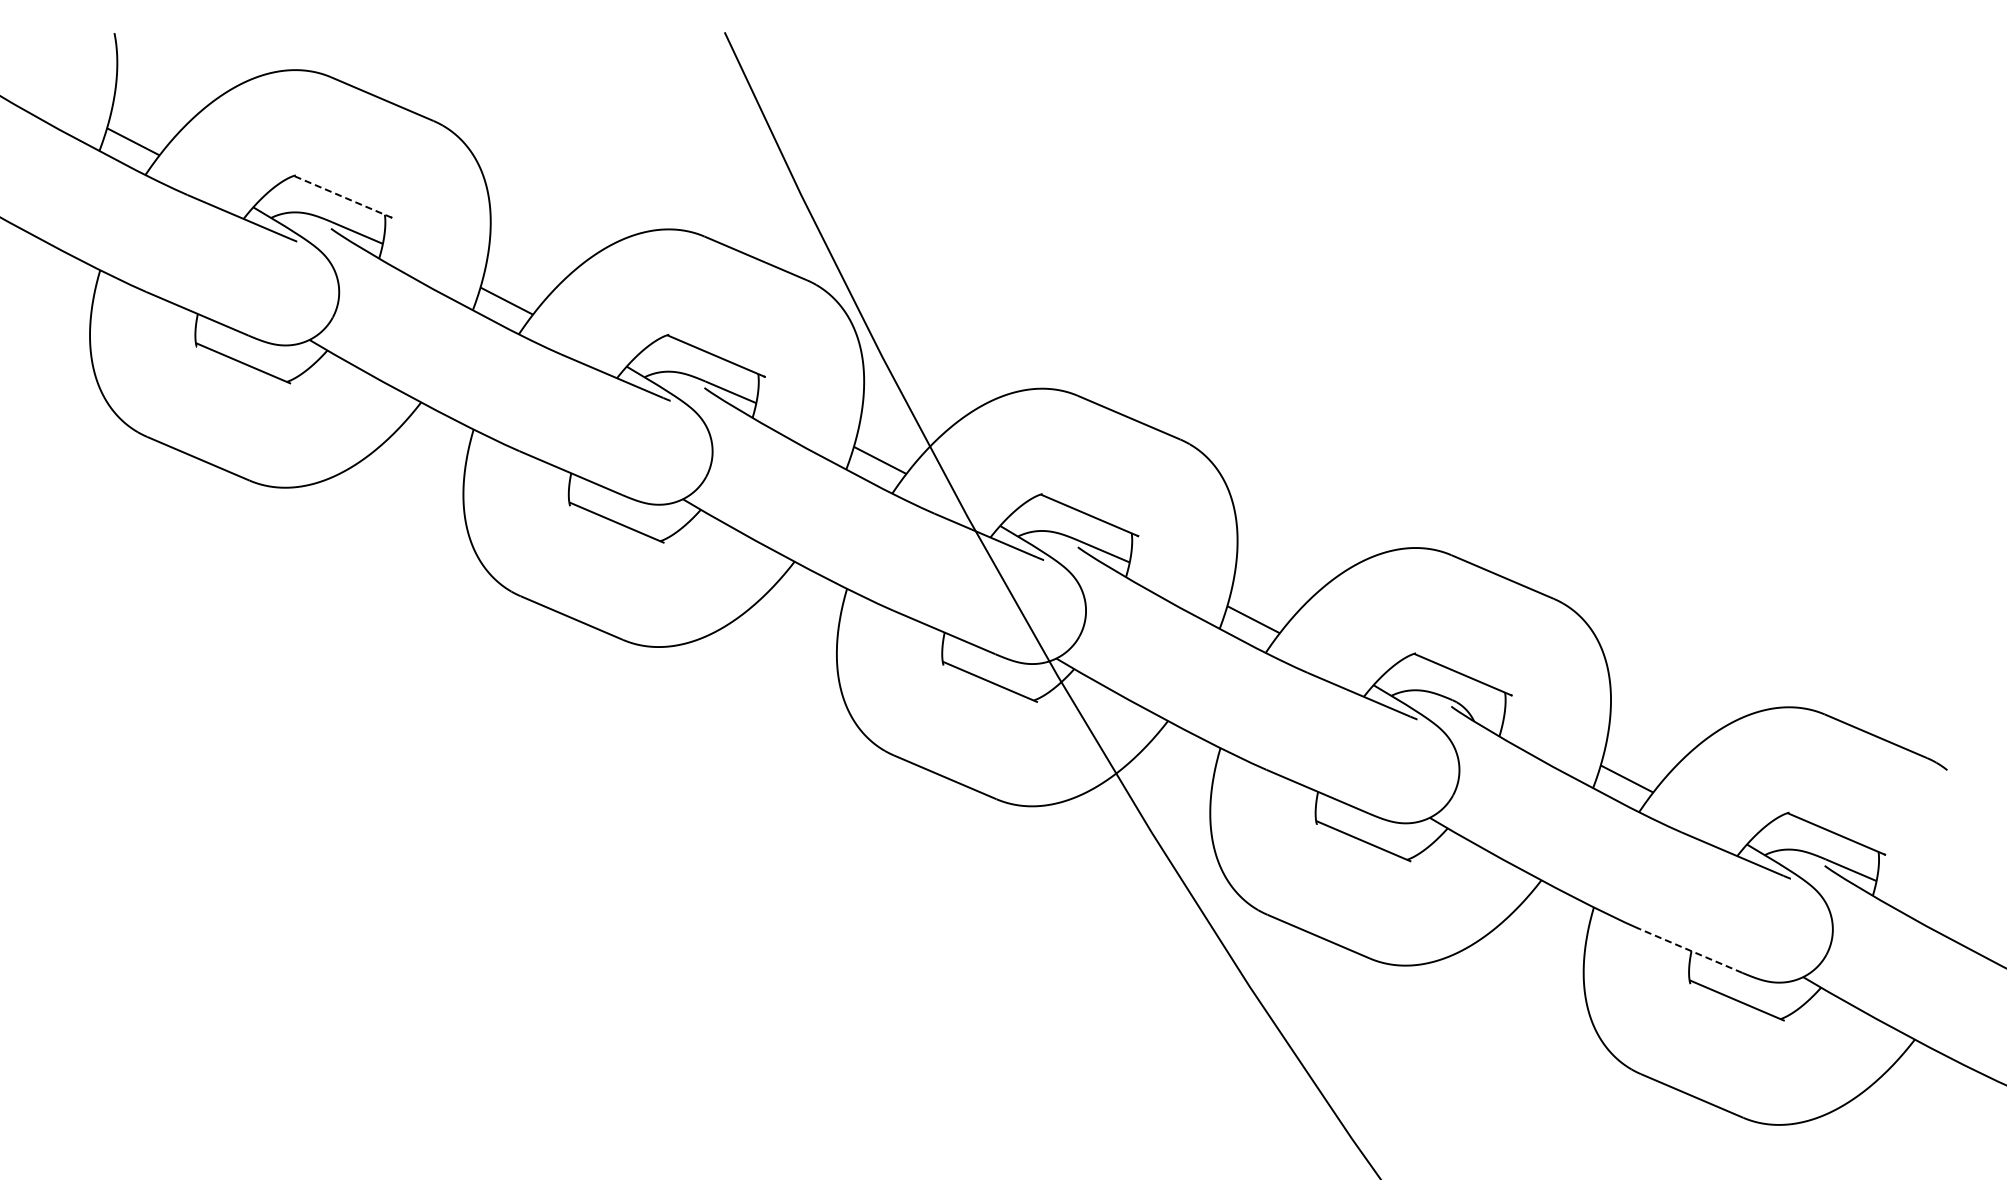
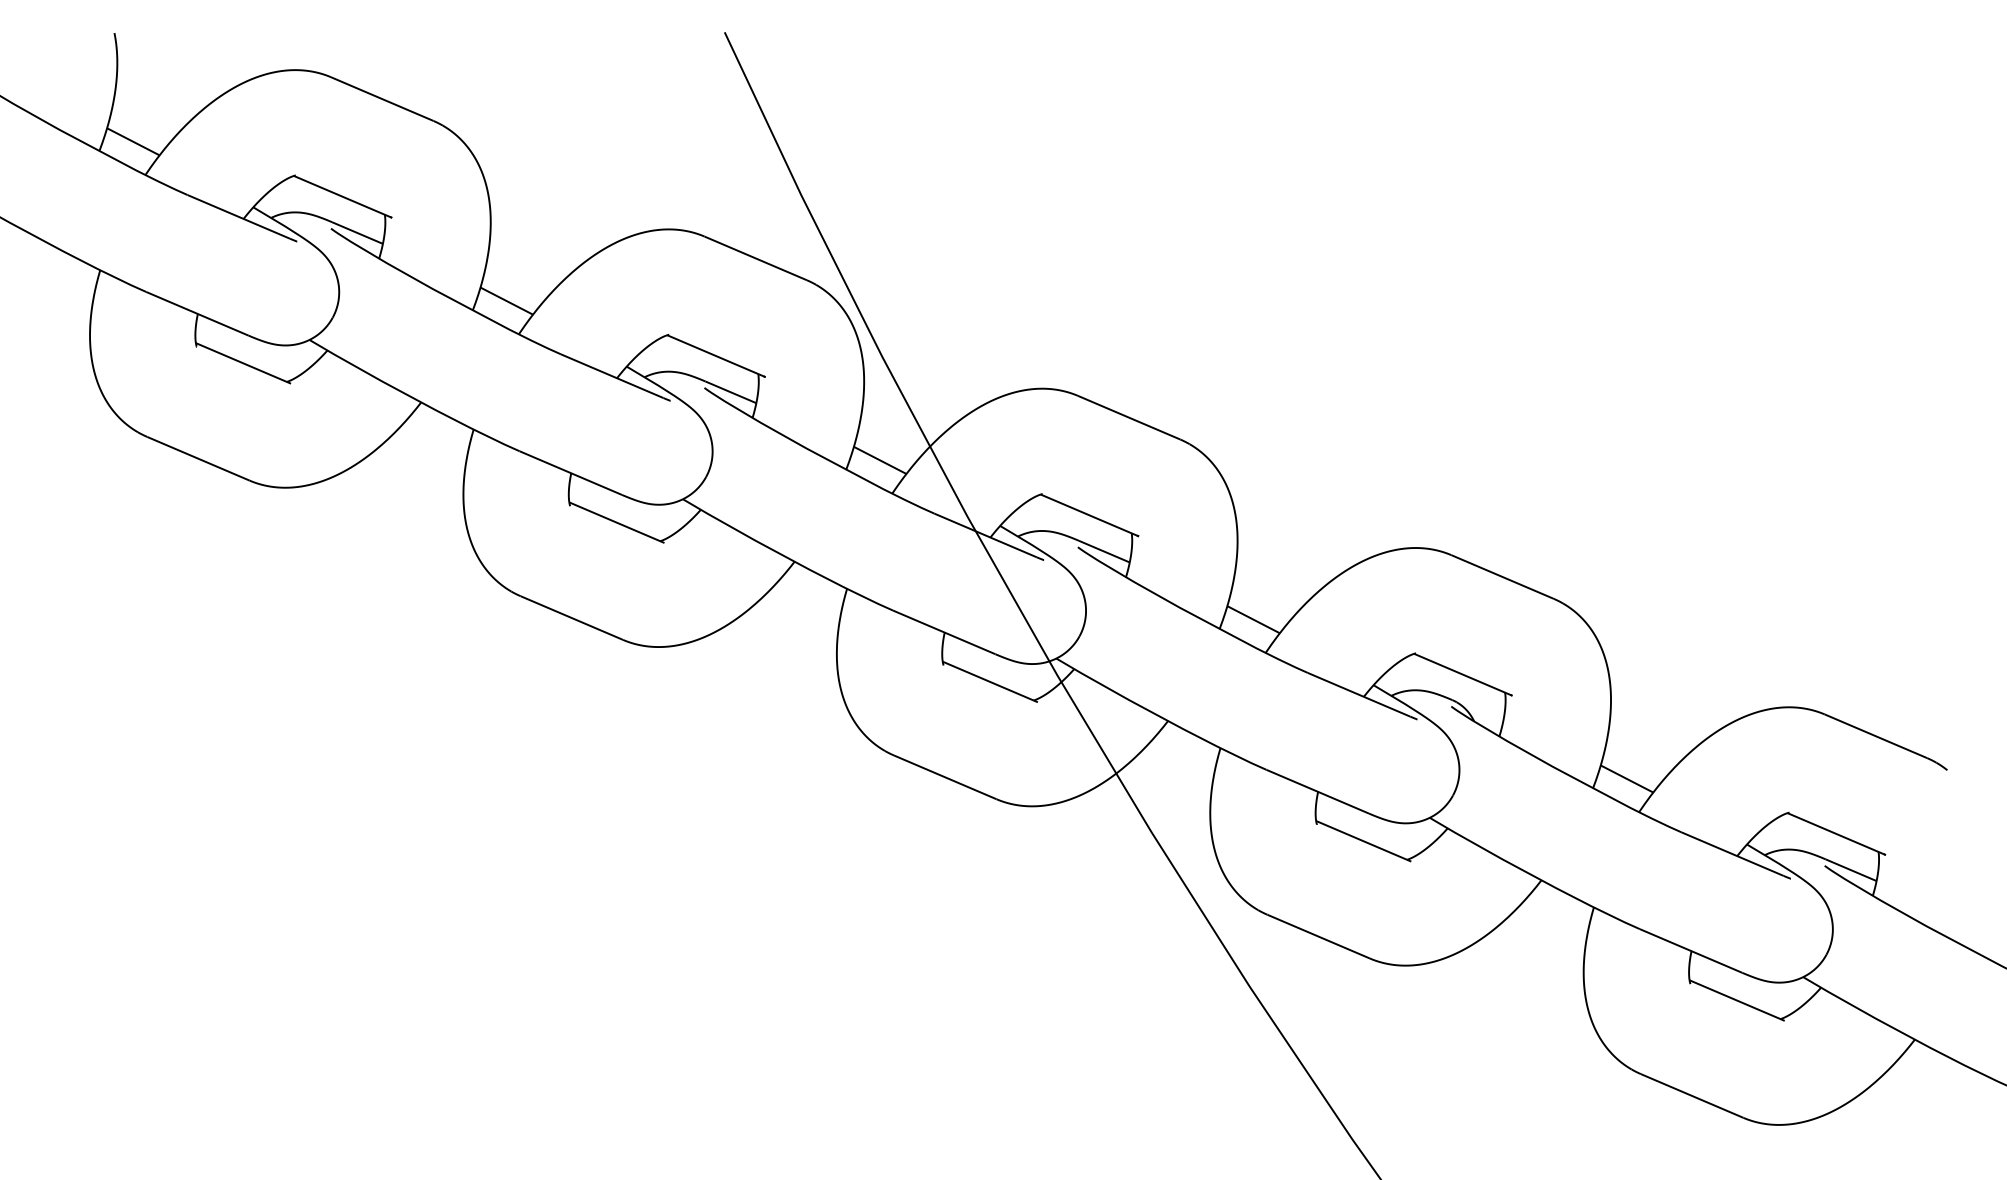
line at (342, 196): dashed -> solid
line at (1691, 950): dashed -> solid
